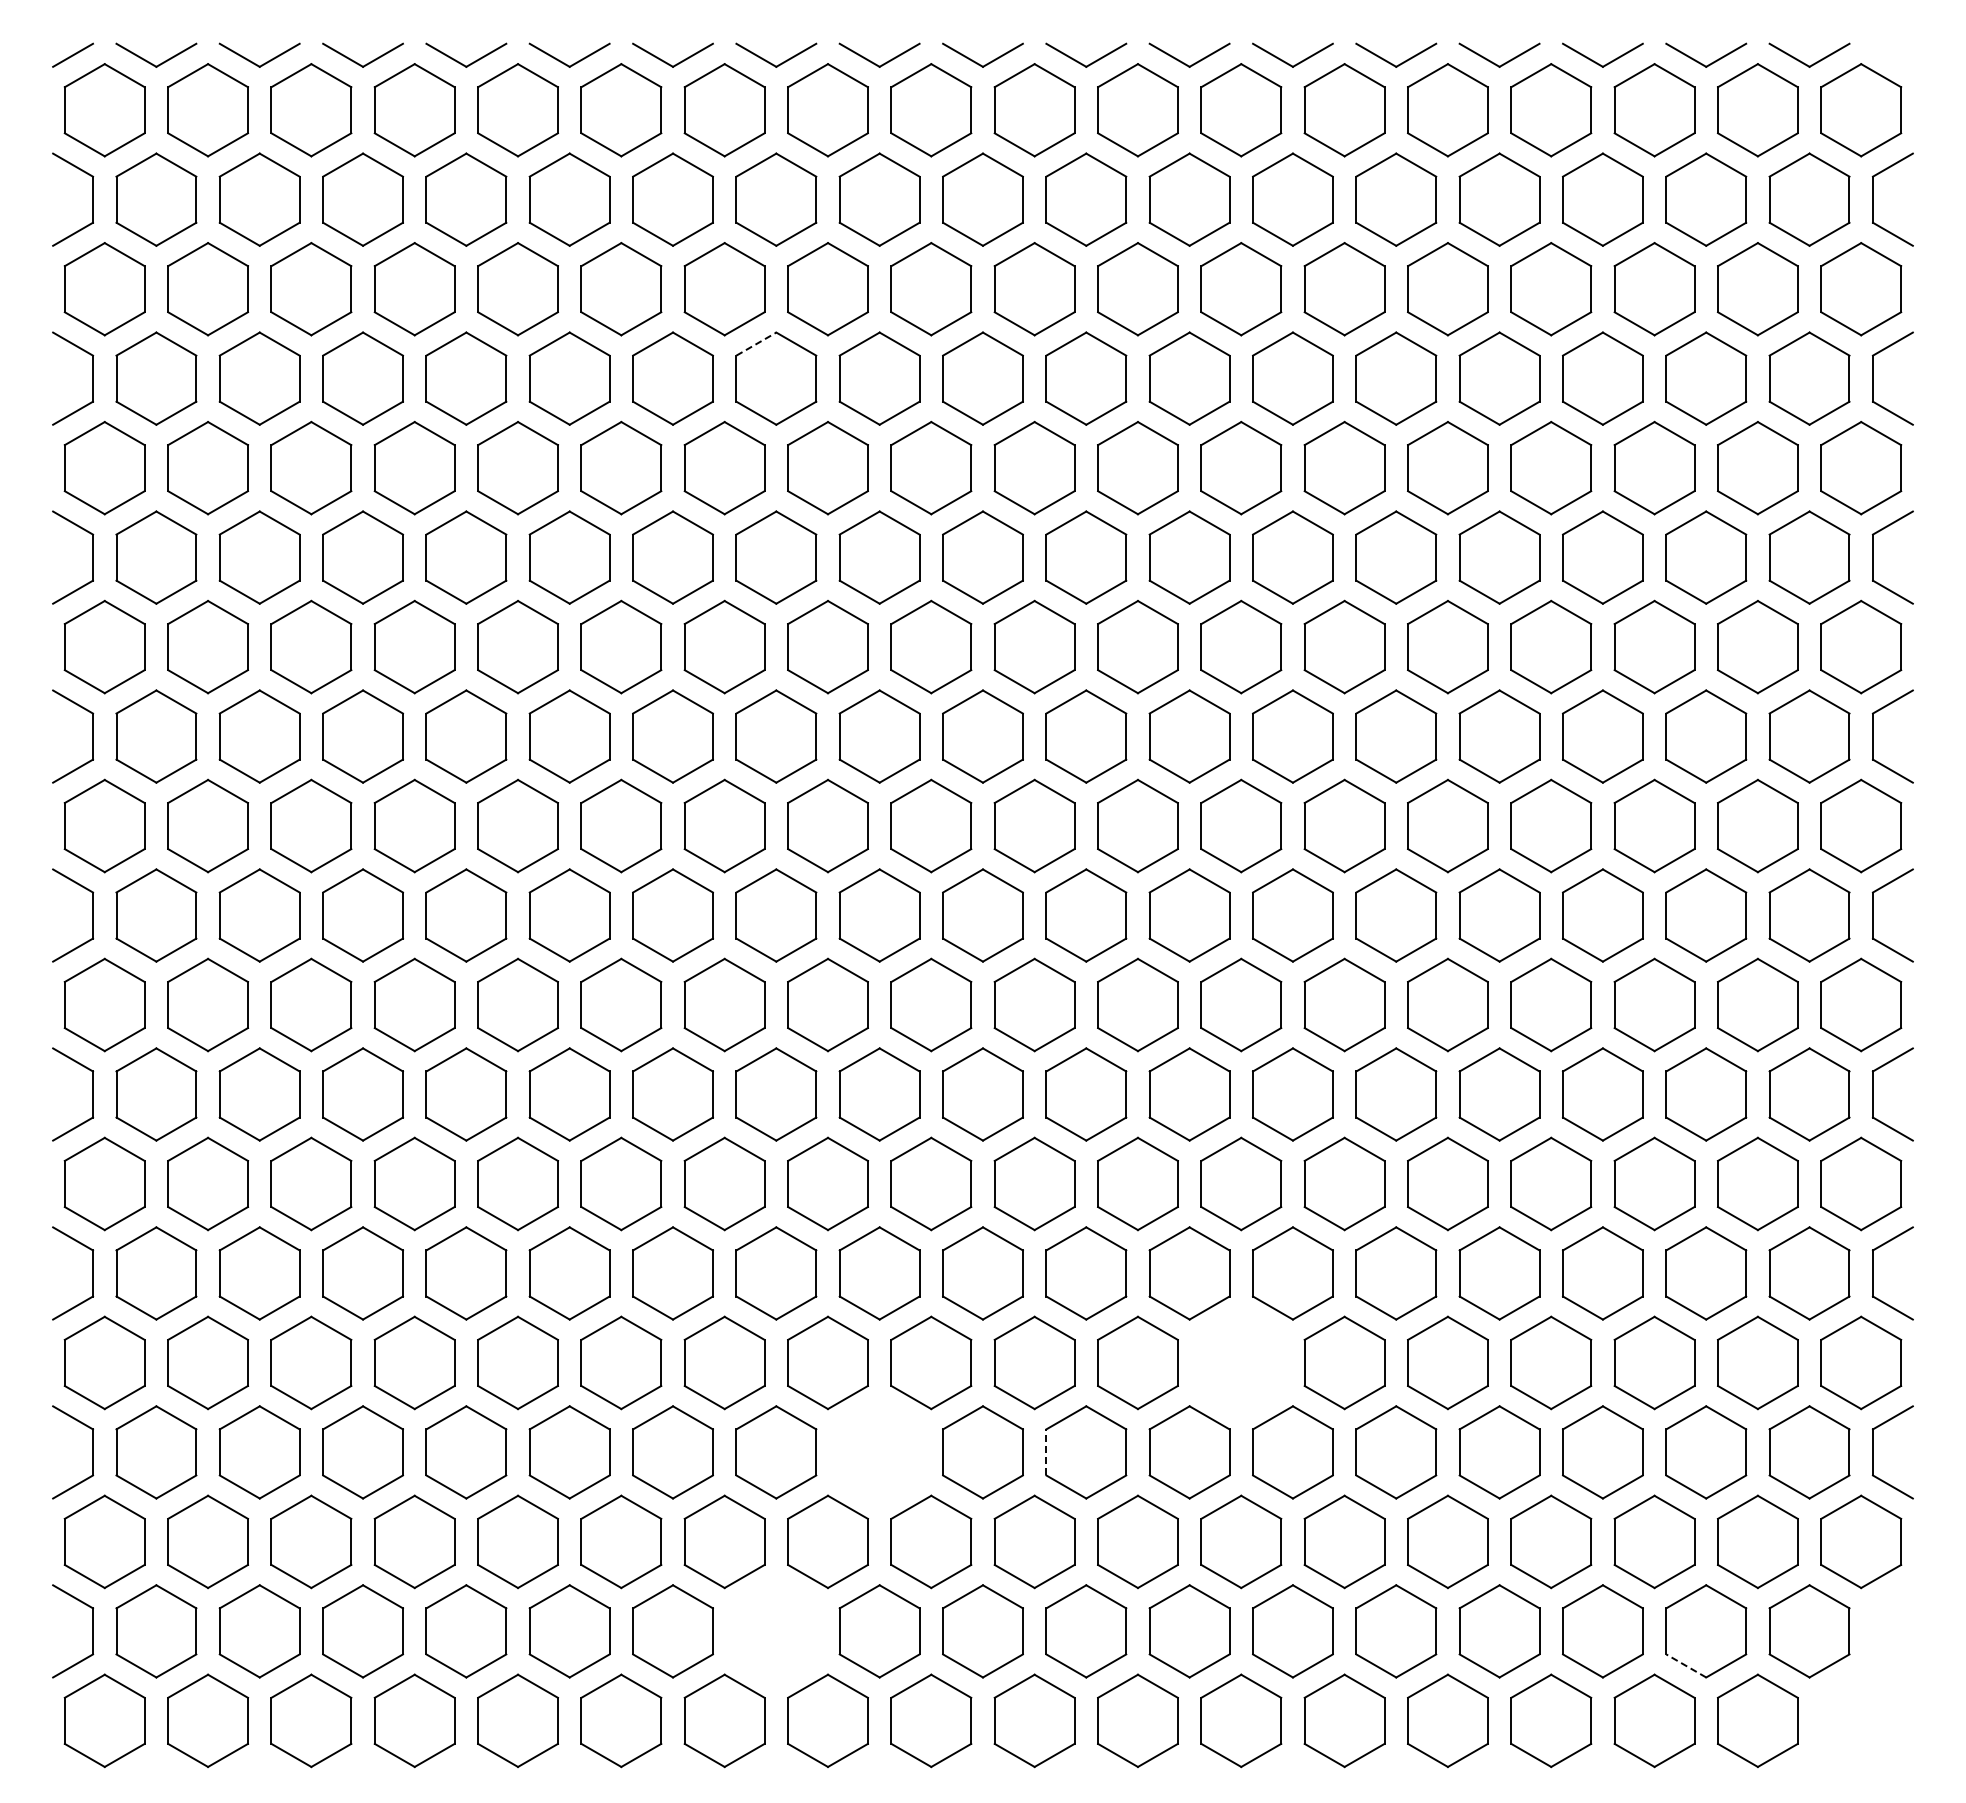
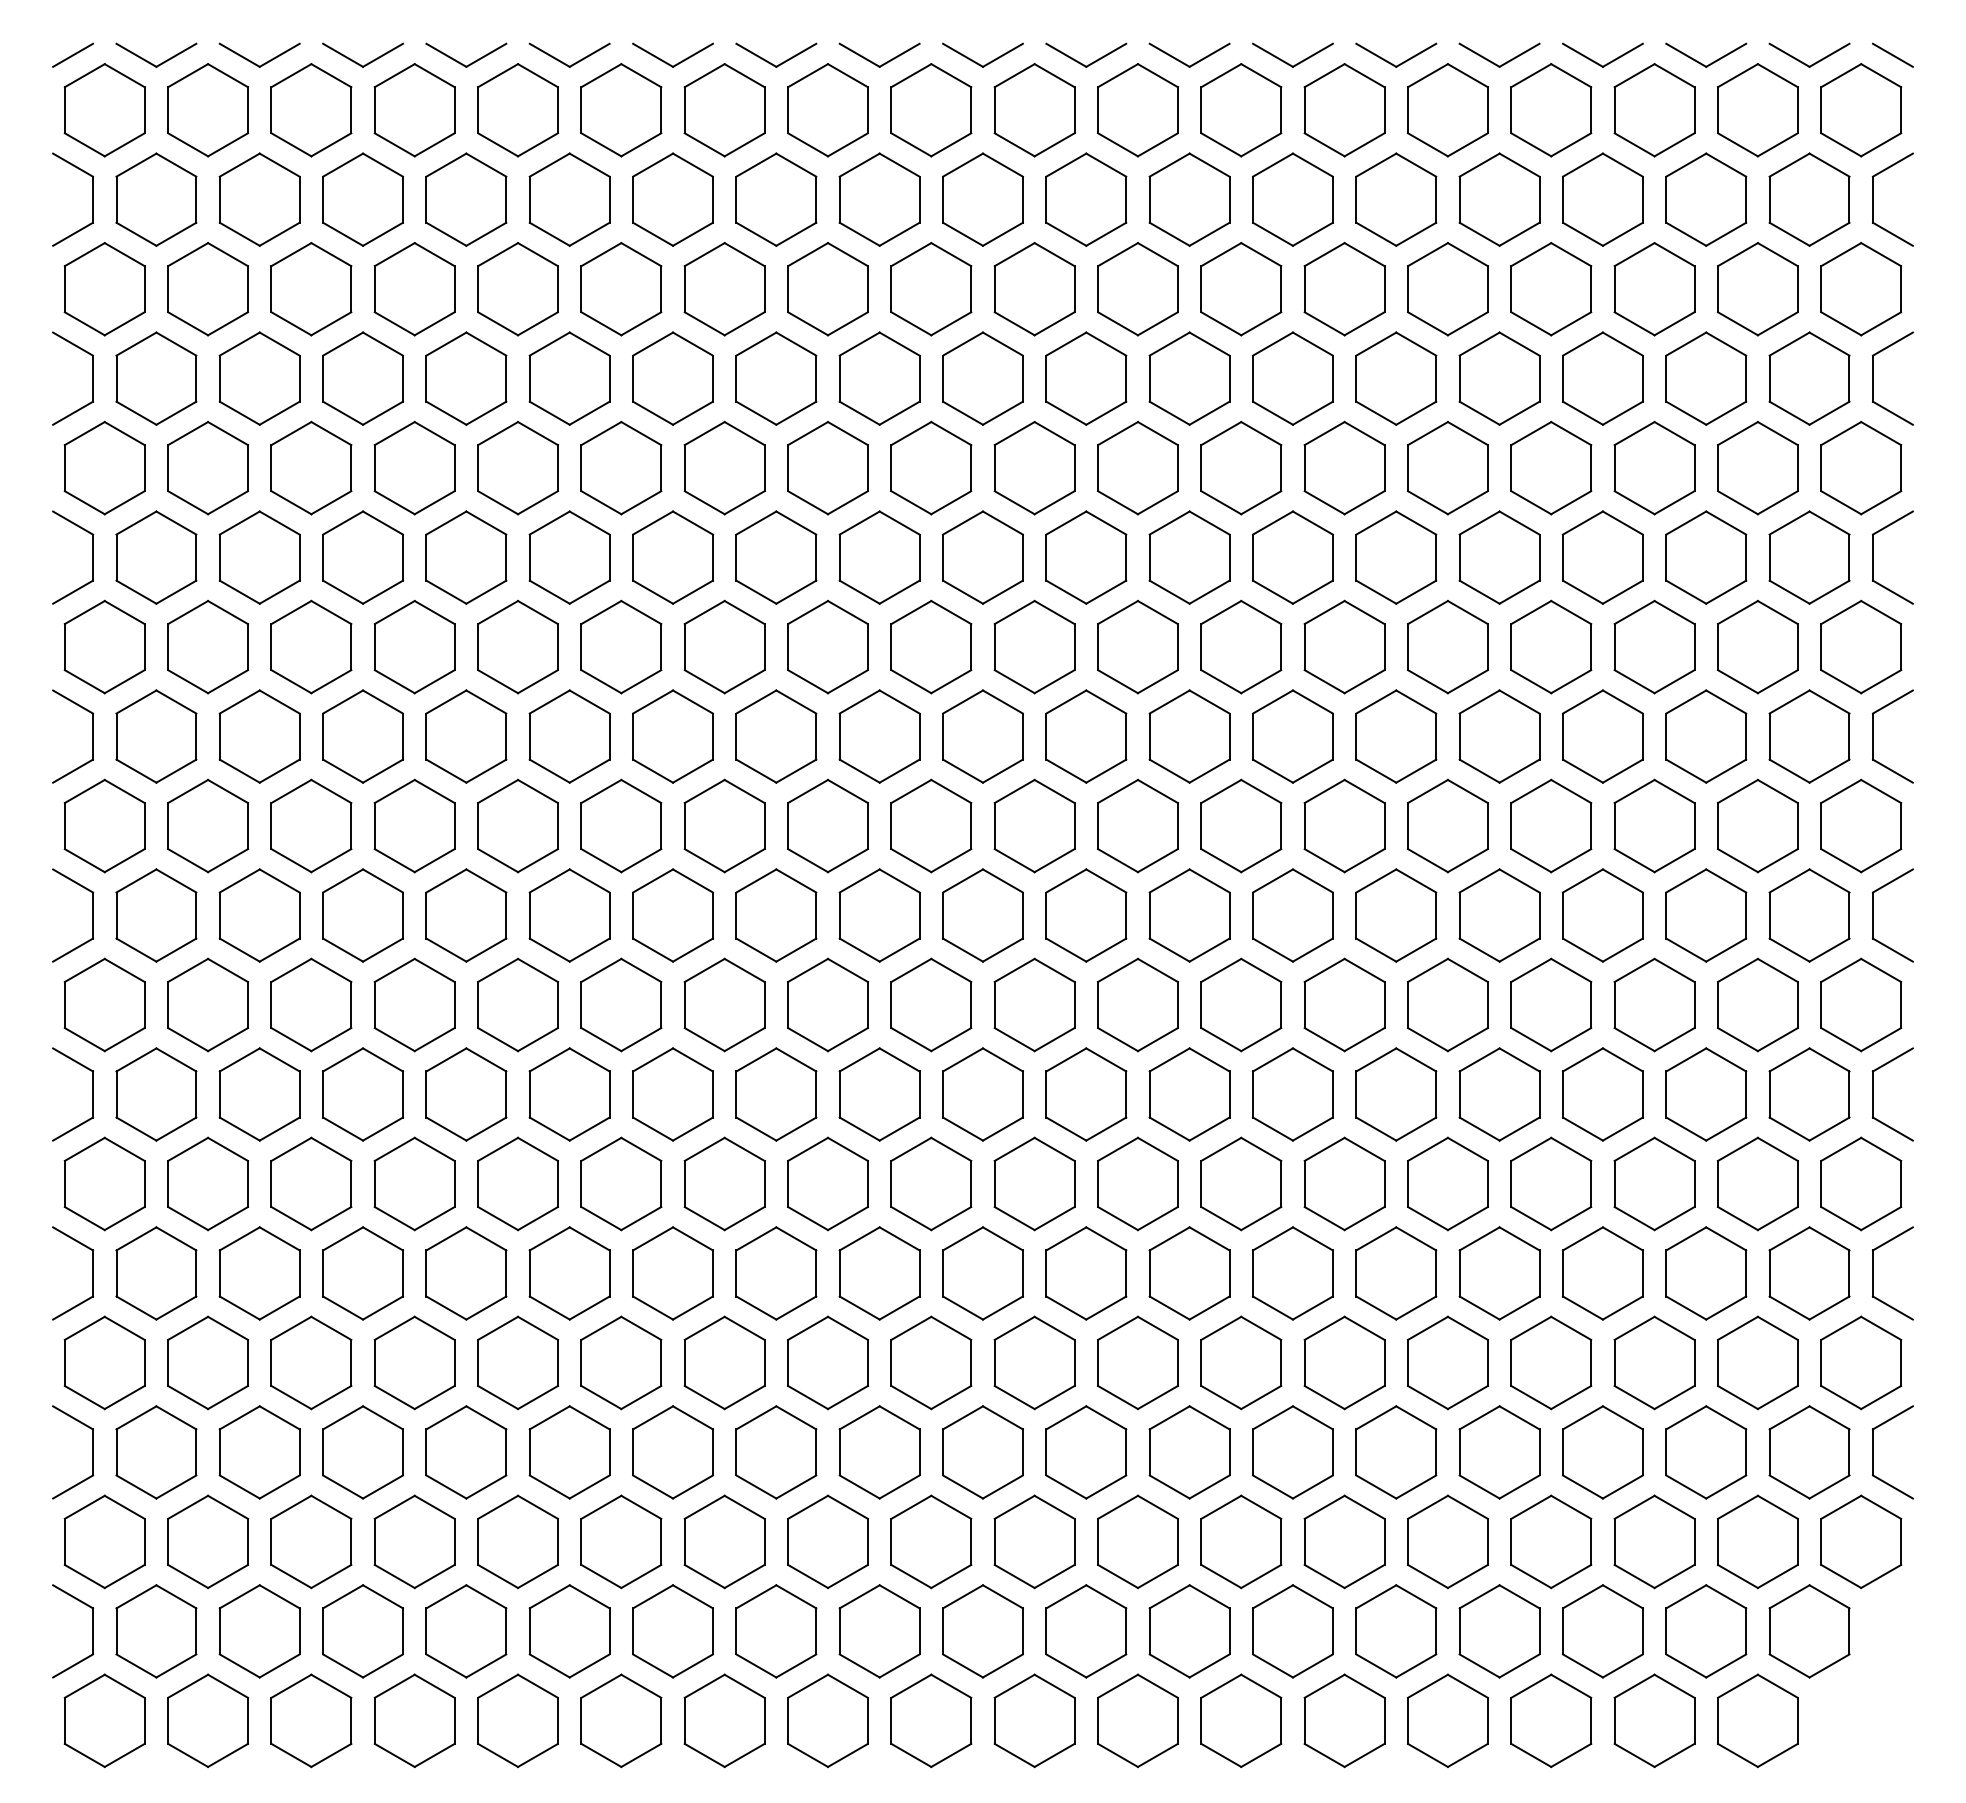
line at (1892, 54): none -> present
line at (756, 343): dashed -> solid
part at (1241, 1362): none -> present
line at (1046, 1451): dashed -> solid
part at (879, 1452): none -> present
part at (776, 1631): none -> present
line at (1685, 1665): dashed -> solid
